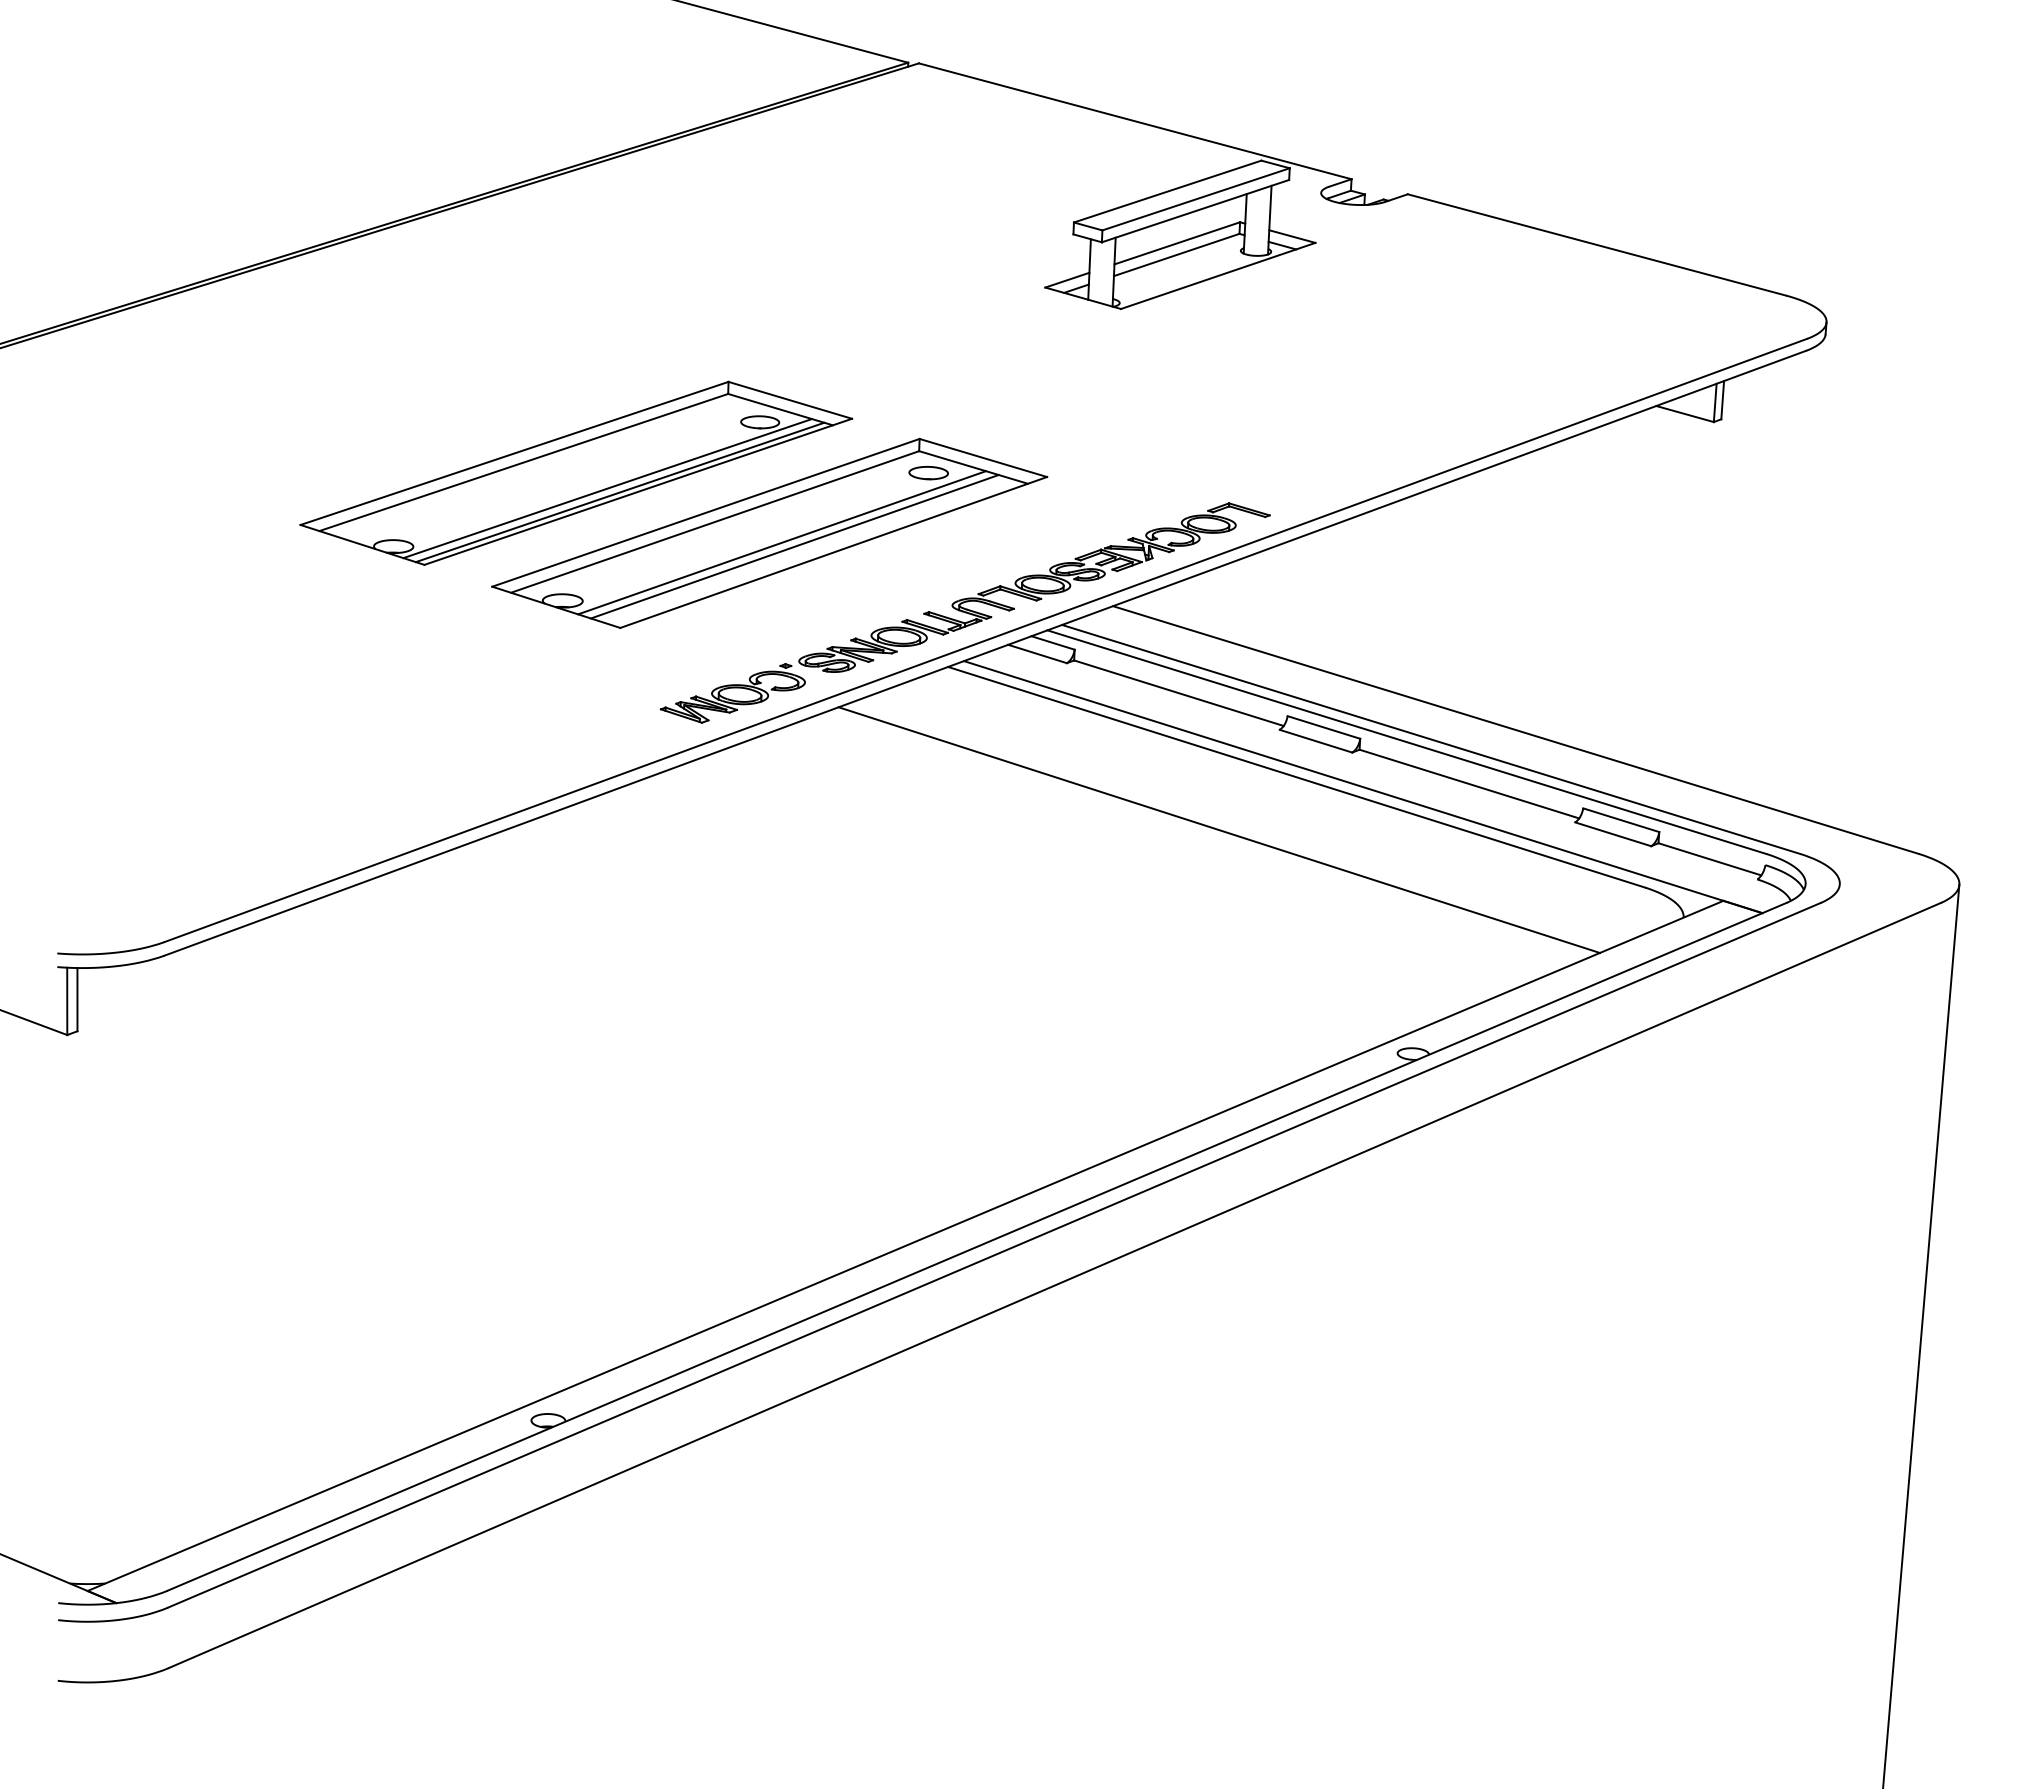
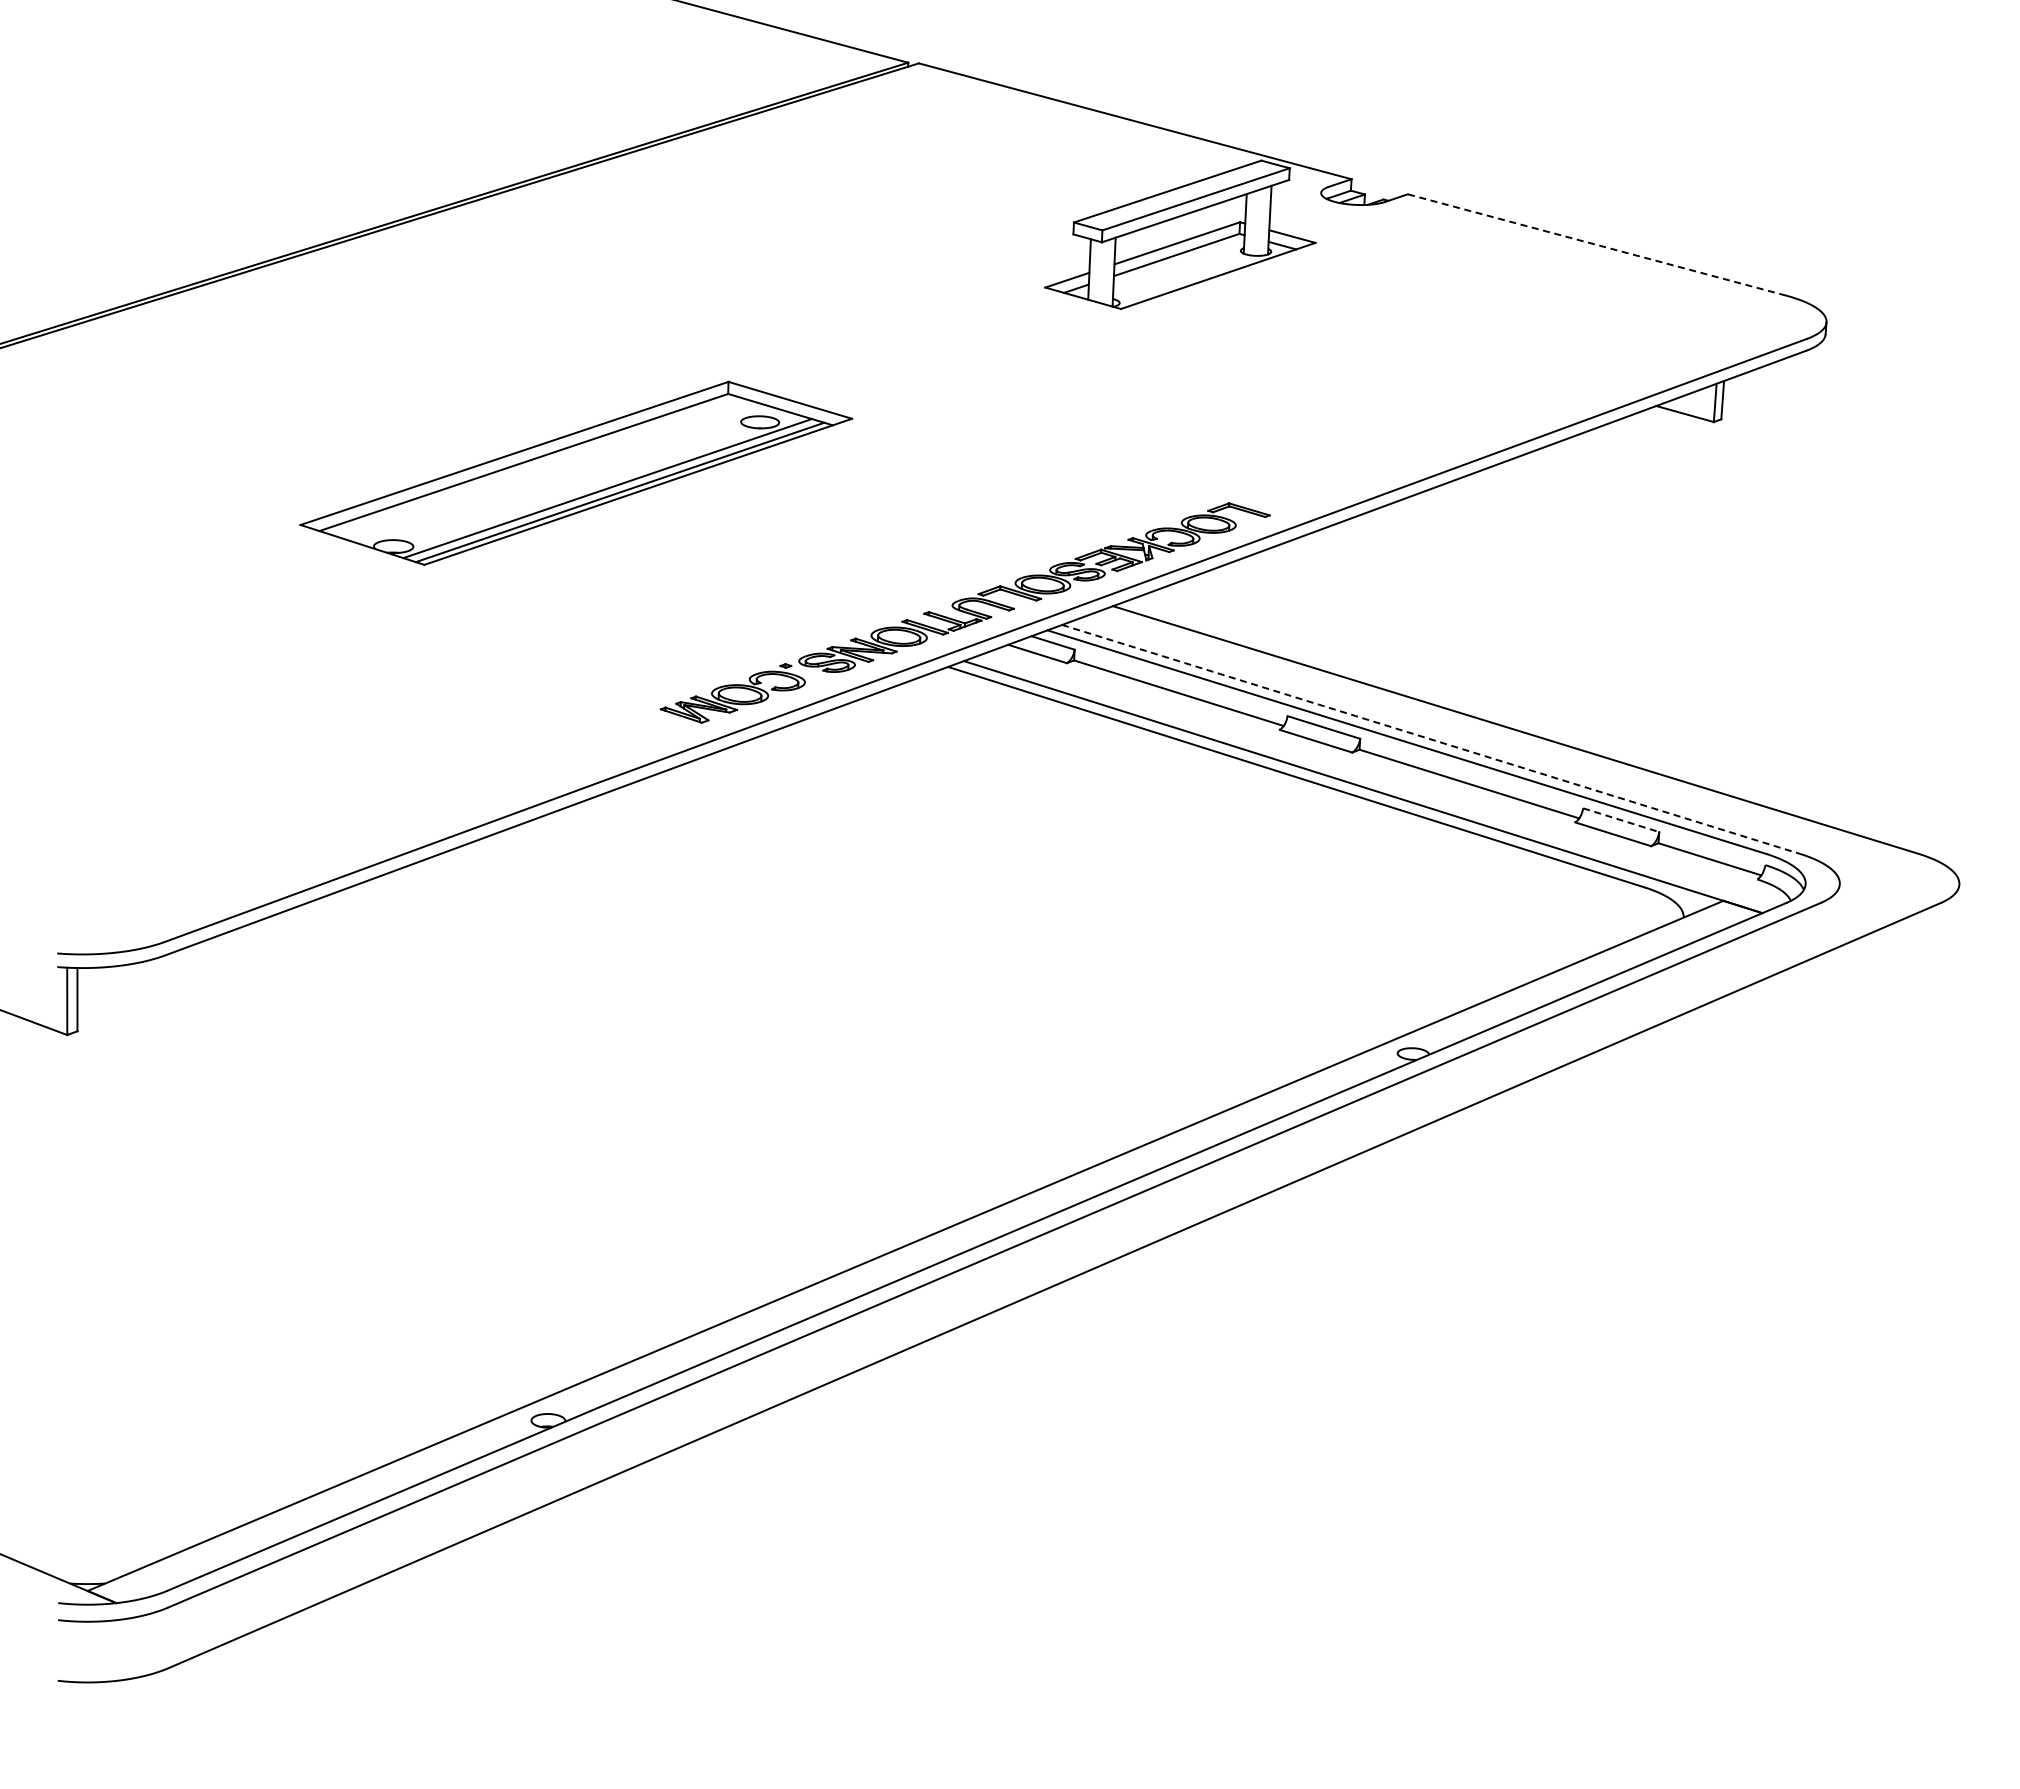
line at (1596, 244): solid -> dashed
part at (769, 532): present -> none
line at (1431, 739): solid -> dashed
line at (1621, 820): solid -> dashed
line at (1218, 829): present -> none
line at (1921, 1334): present -> none
